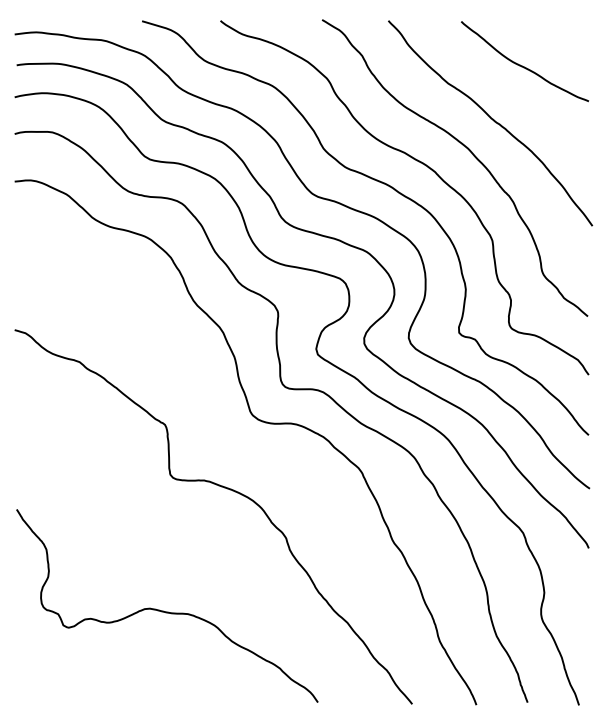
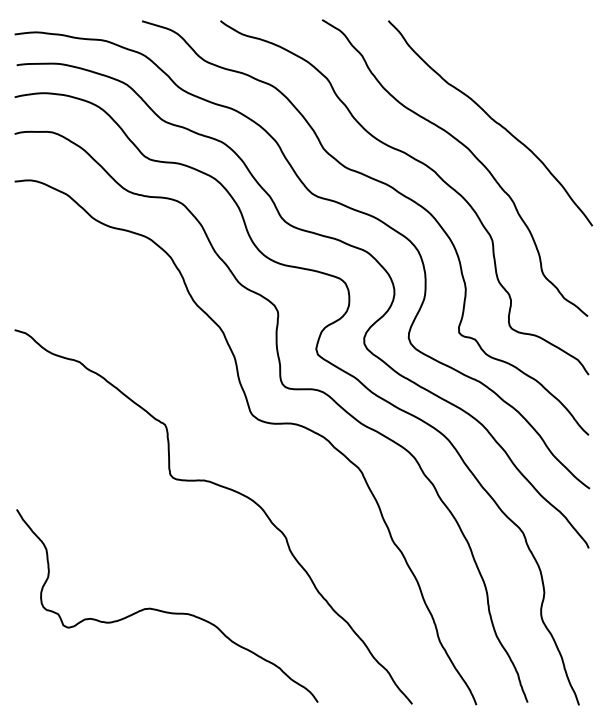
curve at (522, 65): present -> none
